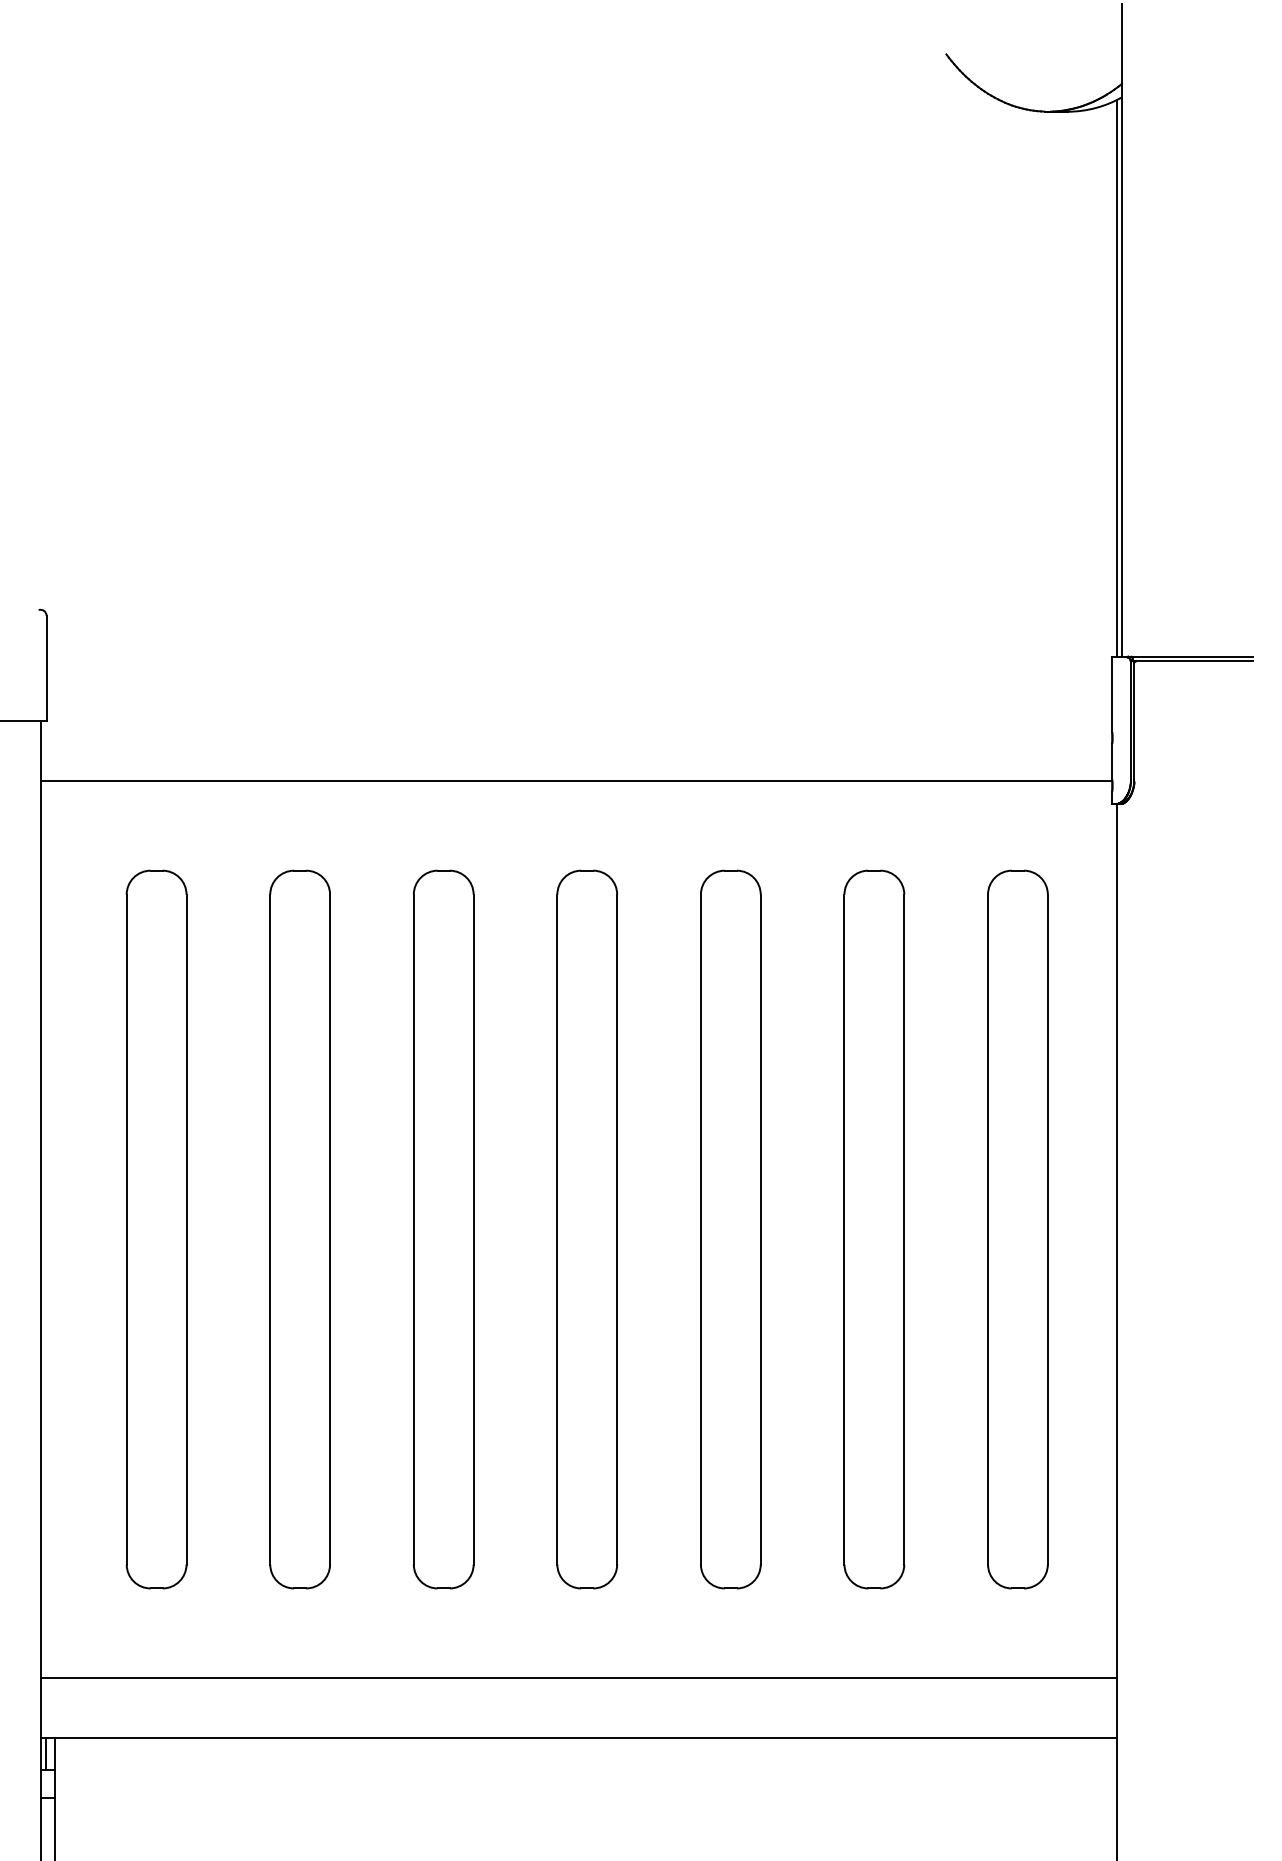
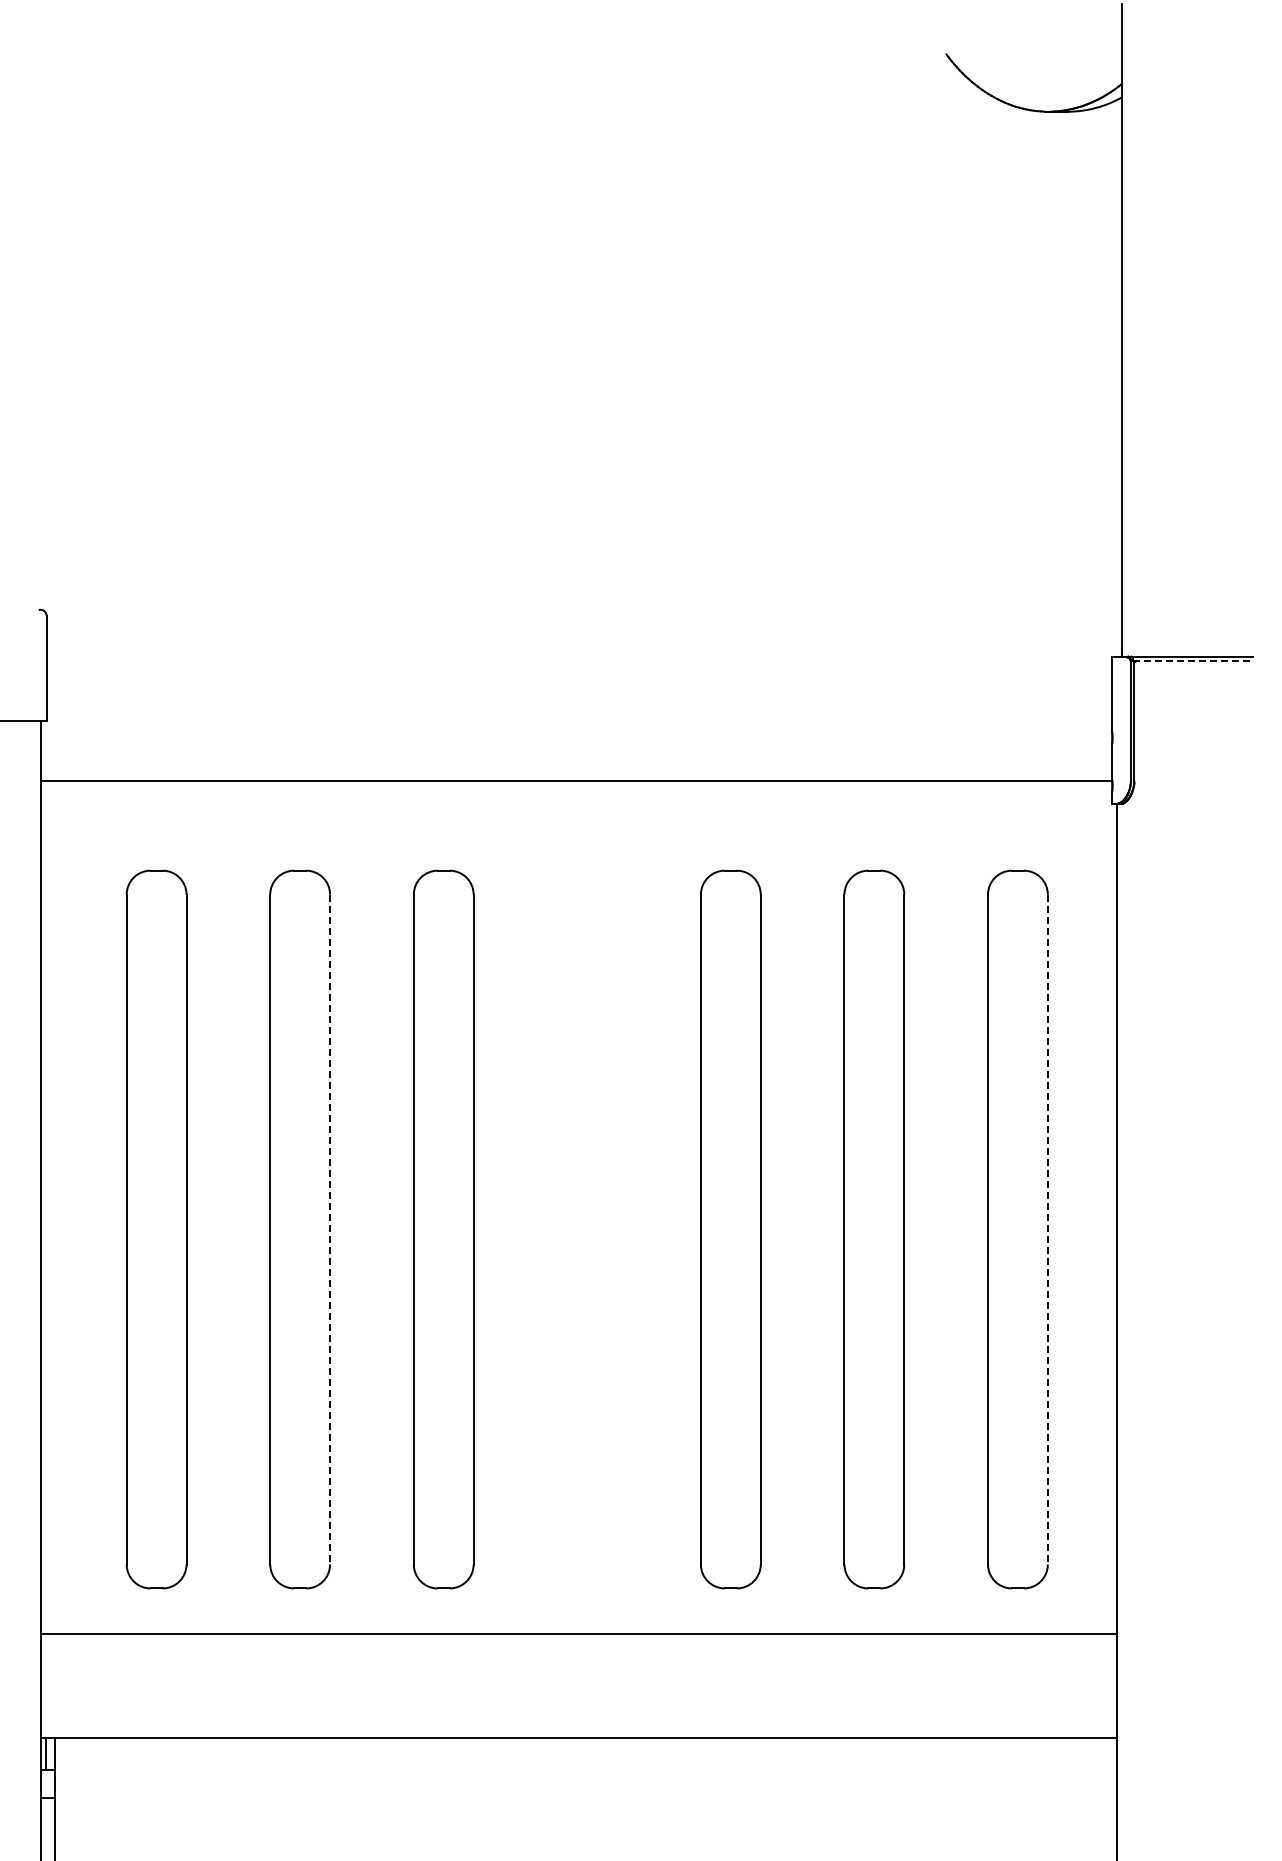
line at (1116, 377): present -> none
line at (1193, 661): solid -> dashed
line at (330, 1229): solid -> dashed
part at (587, 1229): present -> none
line at (1047, 1229): solid -> dashed
line at (578, 1678) position: (578, 1678) -> (578, 1634)
